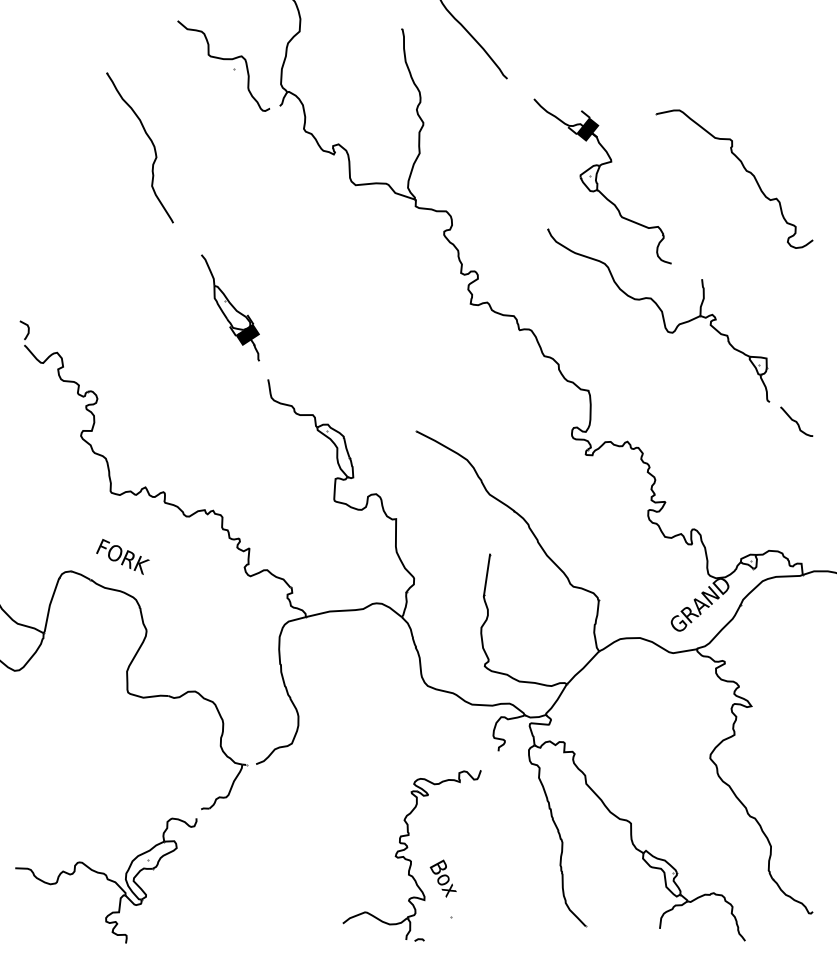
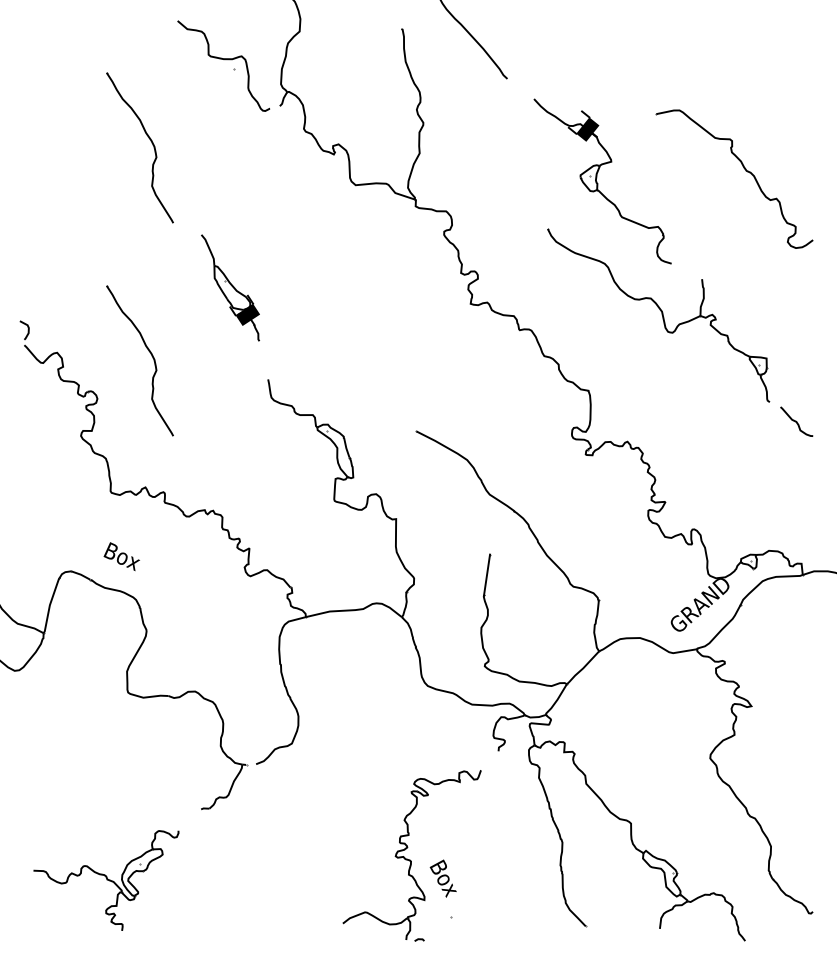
part at (230, 307) position: (230, 307) -> (230, 287)
part at (150, 354): none -> present
text at (122, 556): FORK -> Box
part at (106, 880) size: 183x127 px -> 147x101 px
